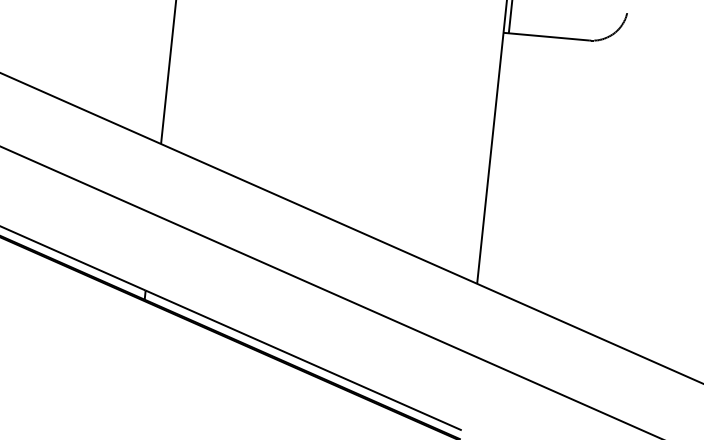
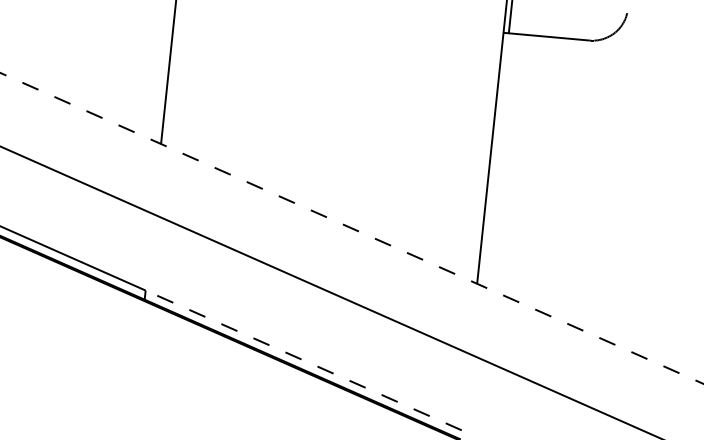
line at (351, 228): solid -> dashed
line at (303, 360): solid -> dashed
